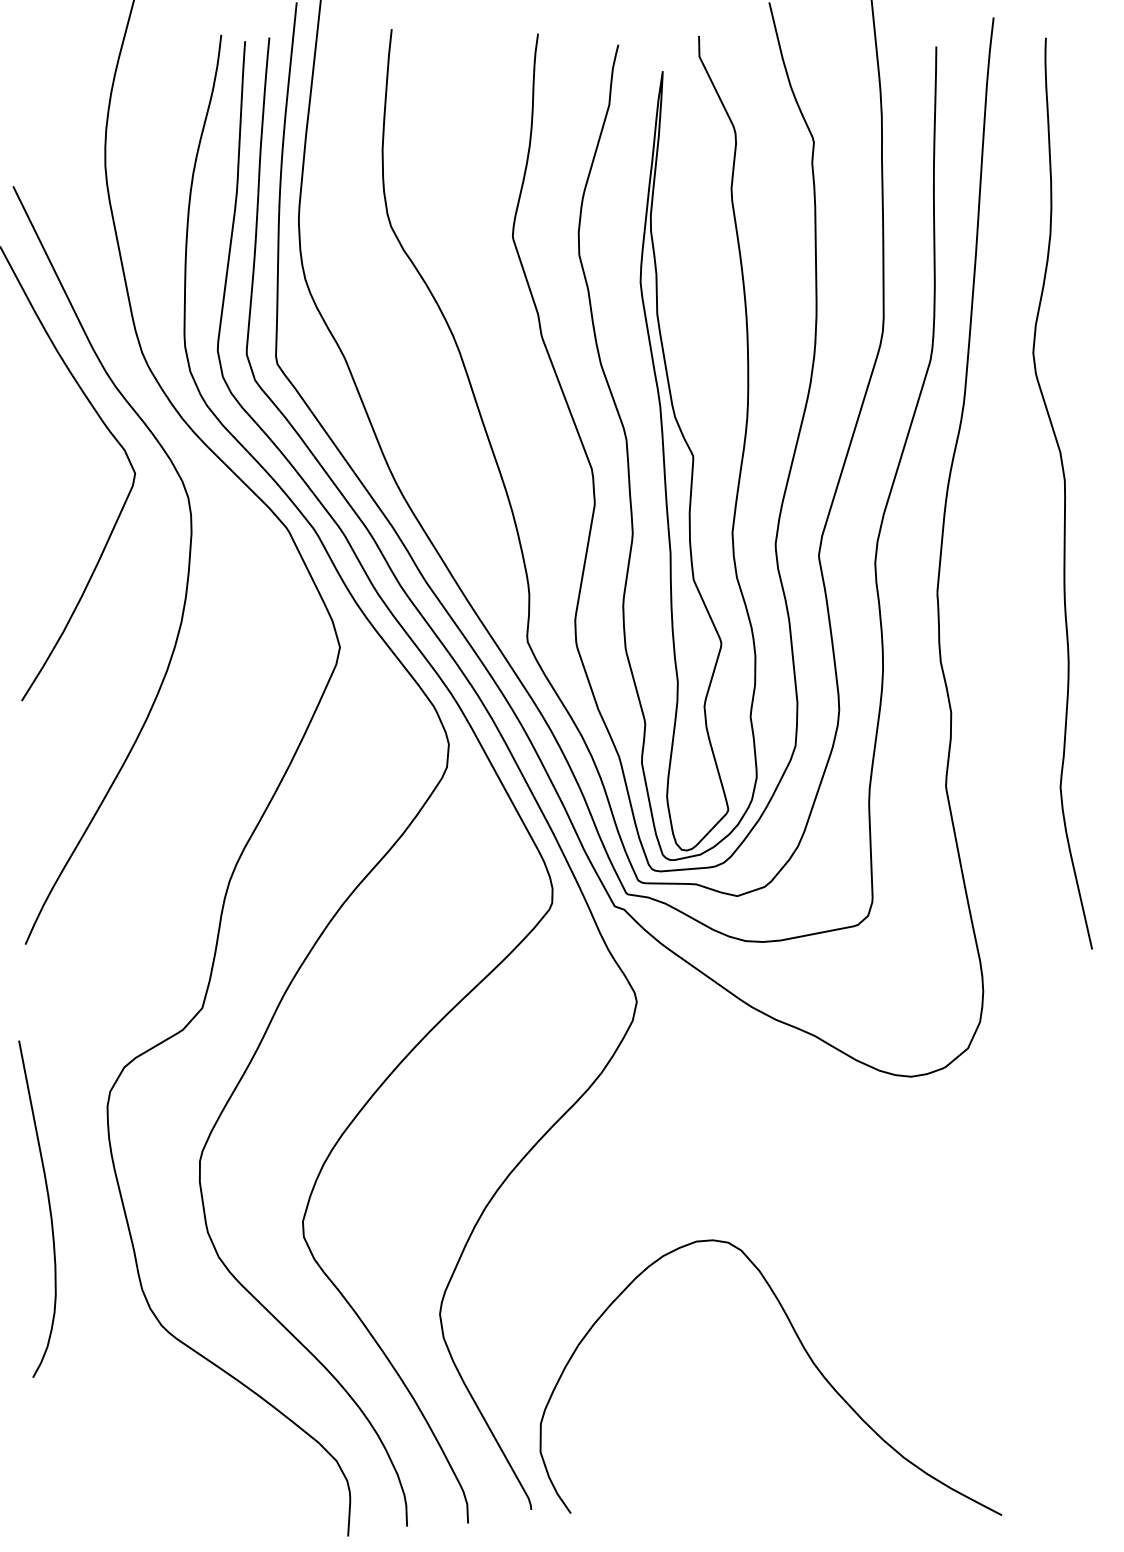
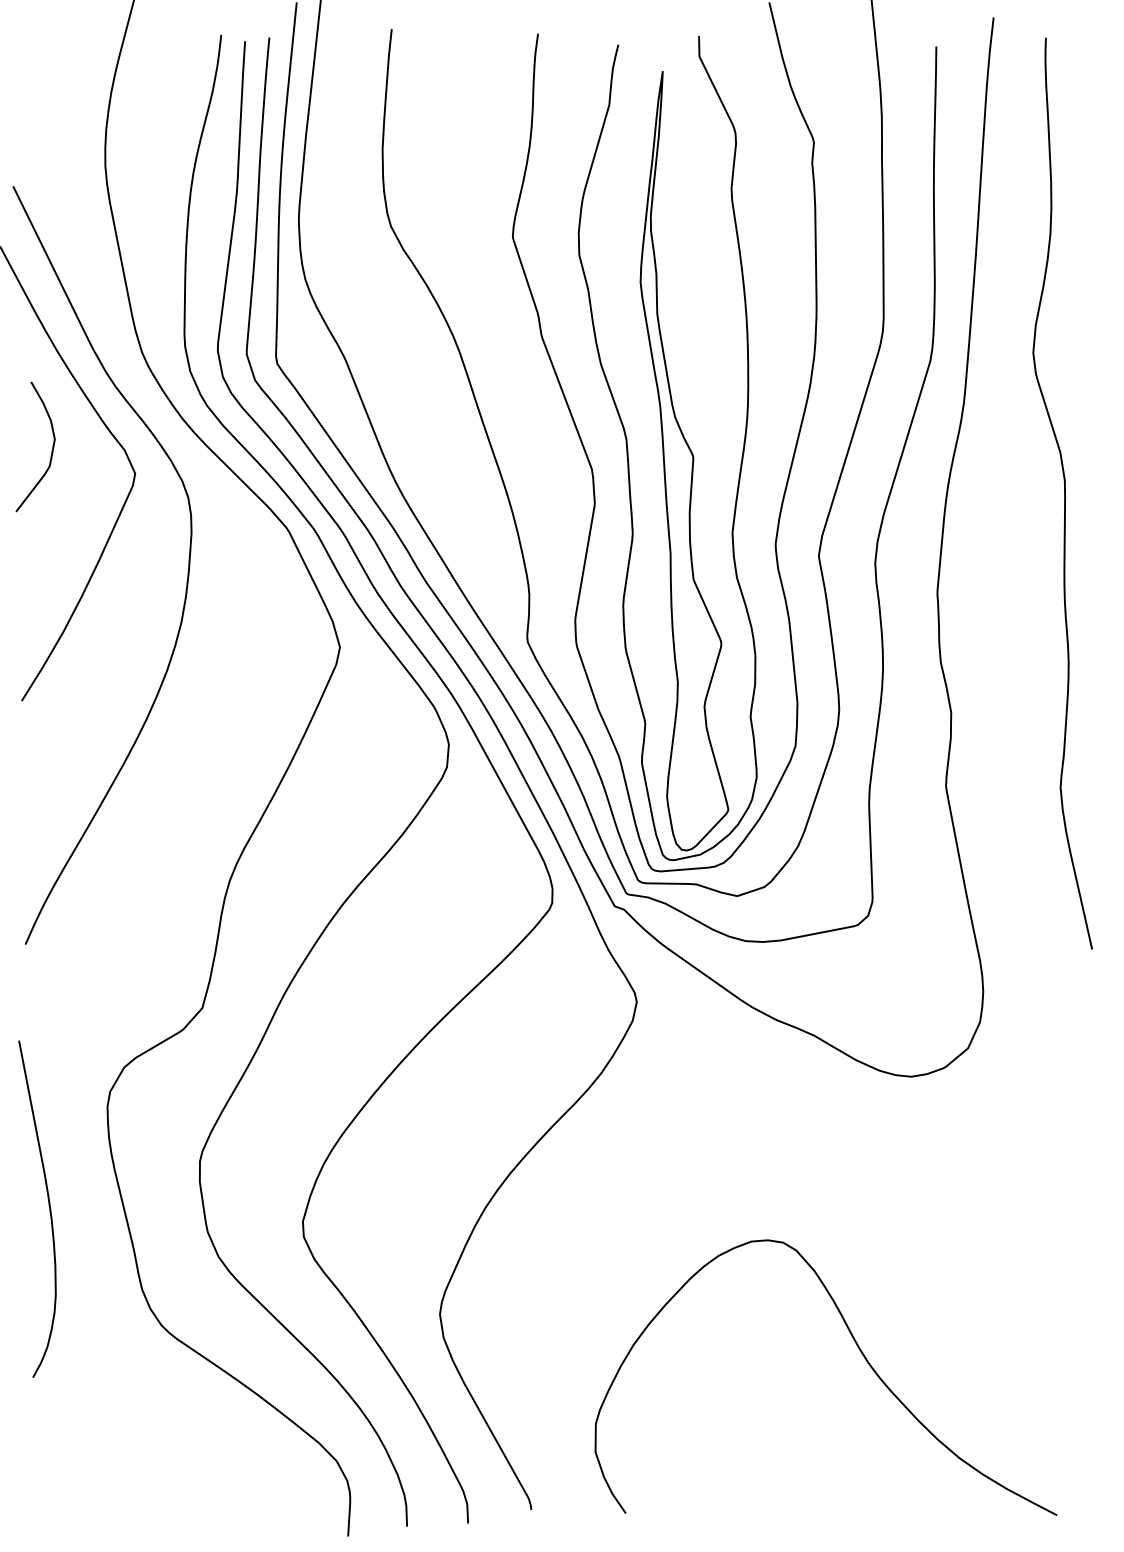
curve at (51, 450): none -> present
curve at (805, 1352) position: (805, 1352) -> (860, 1352)
